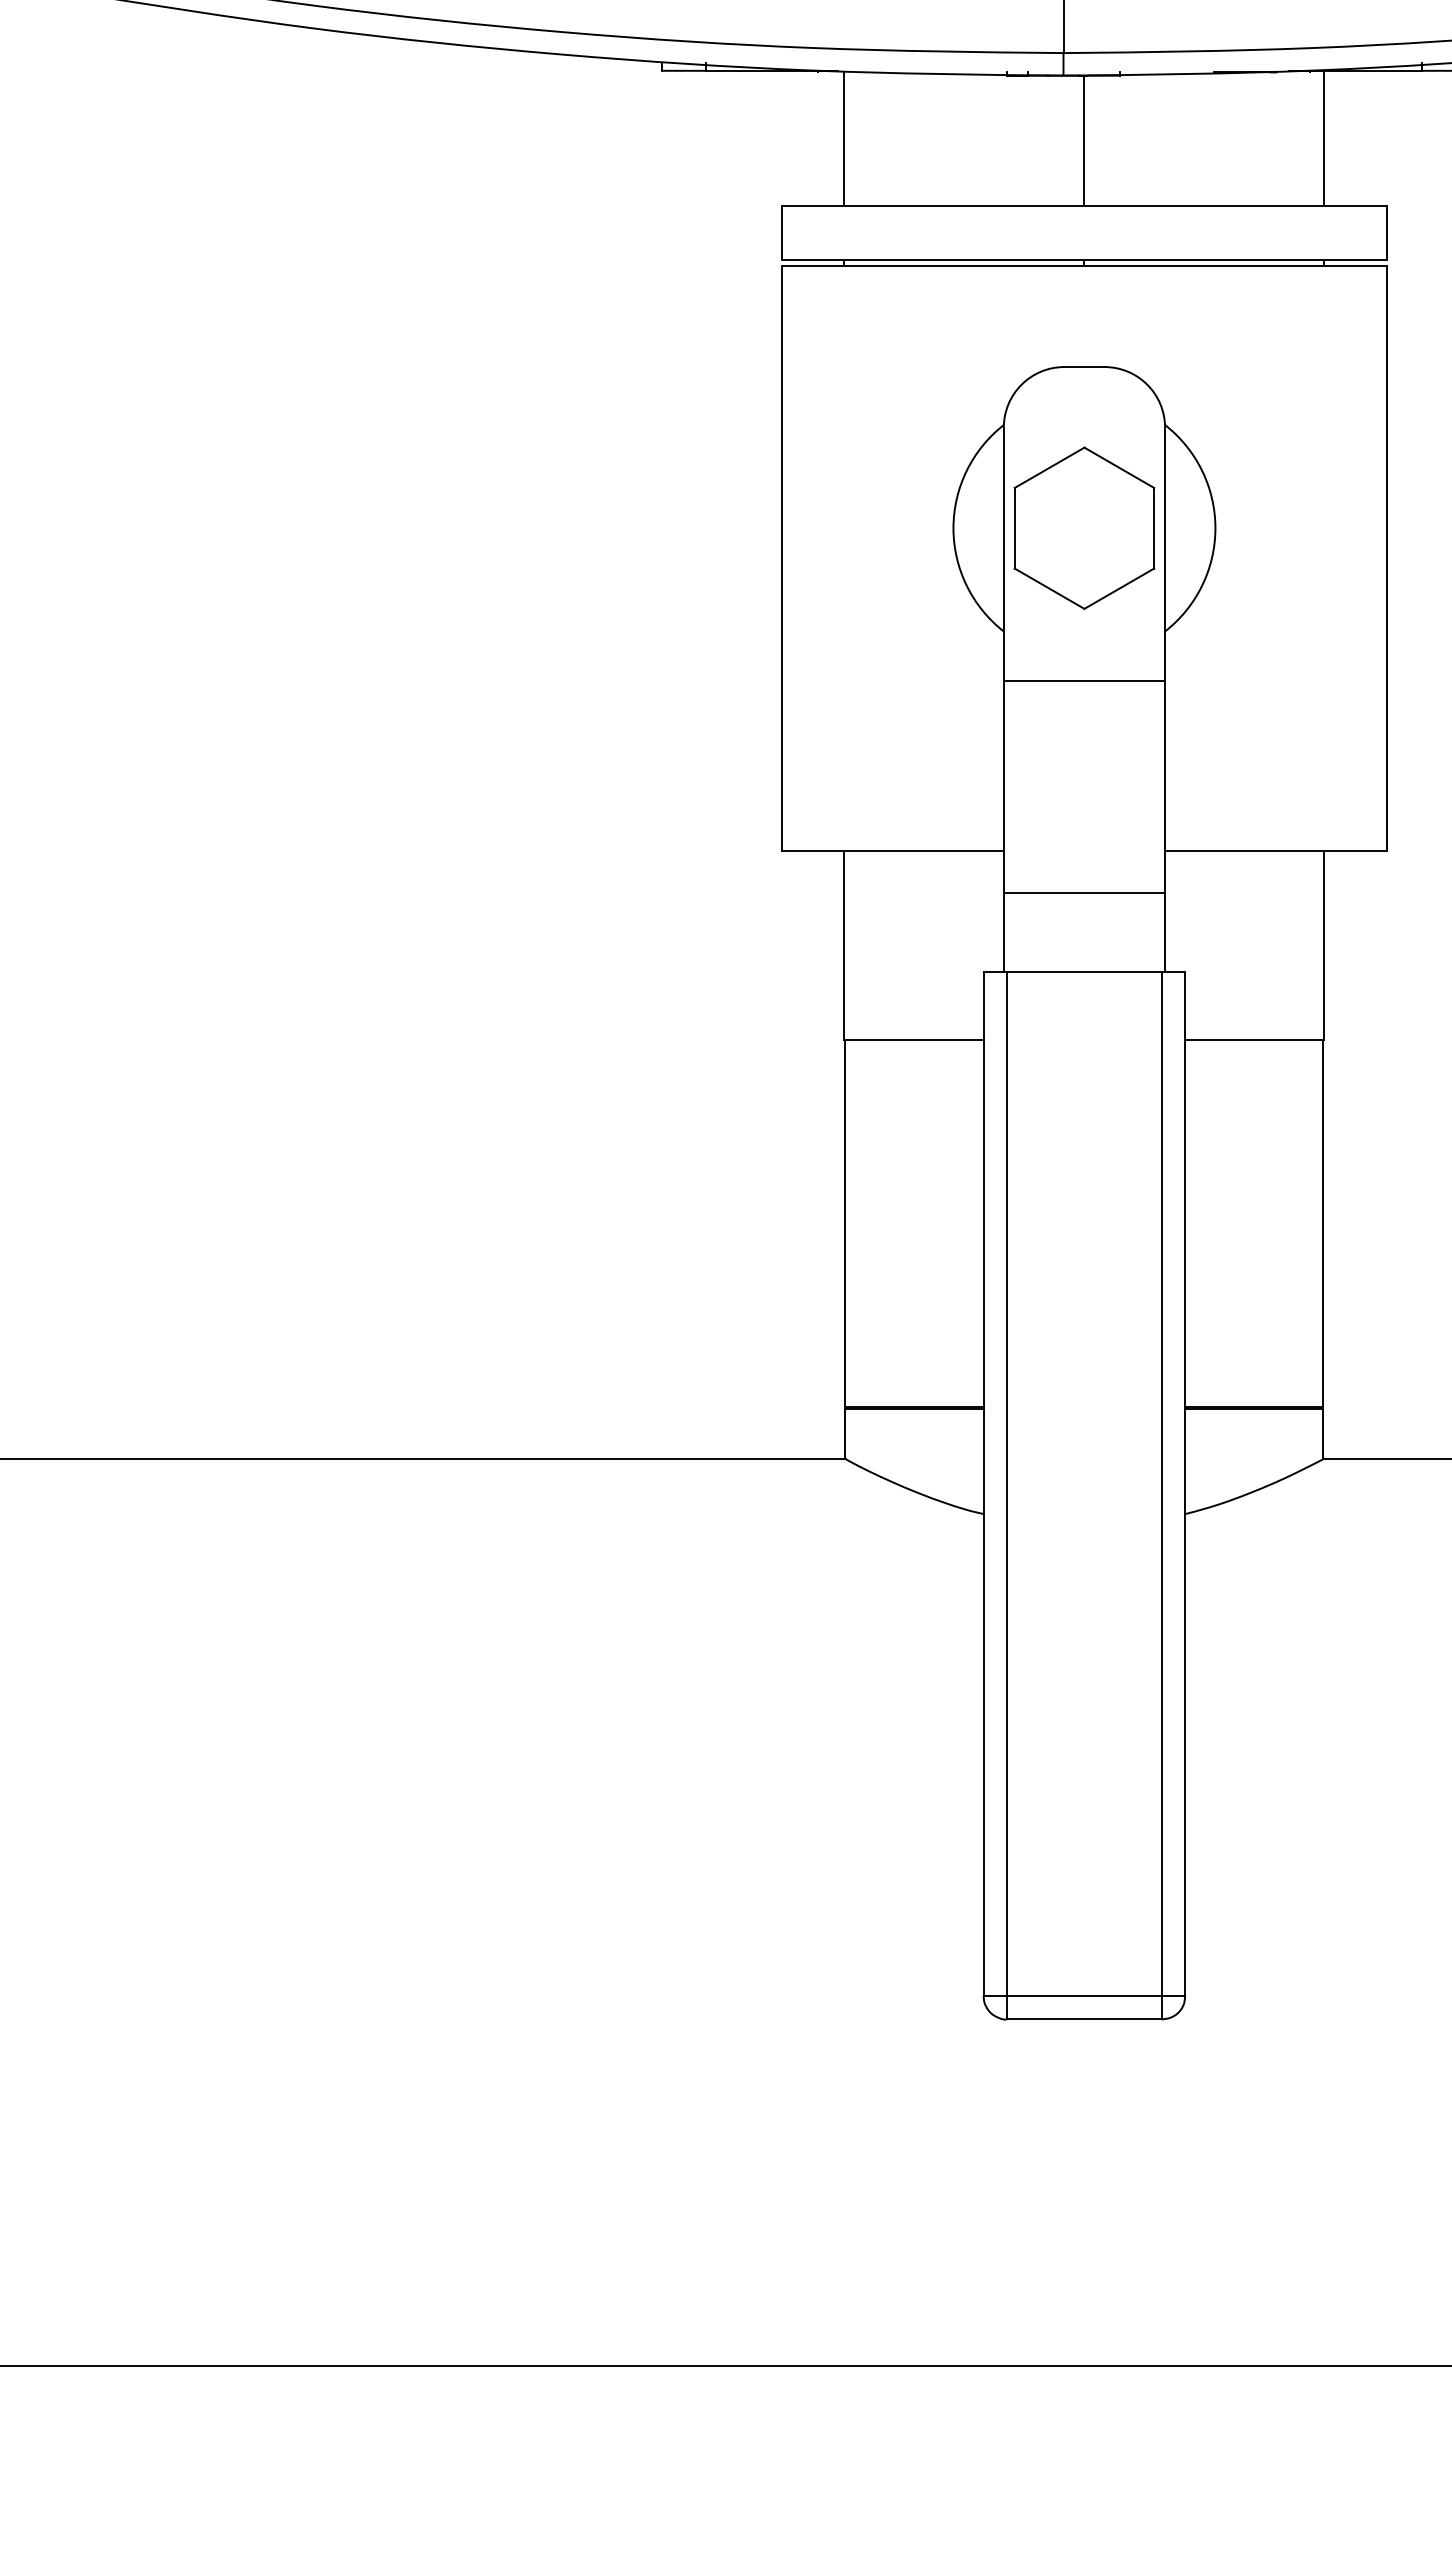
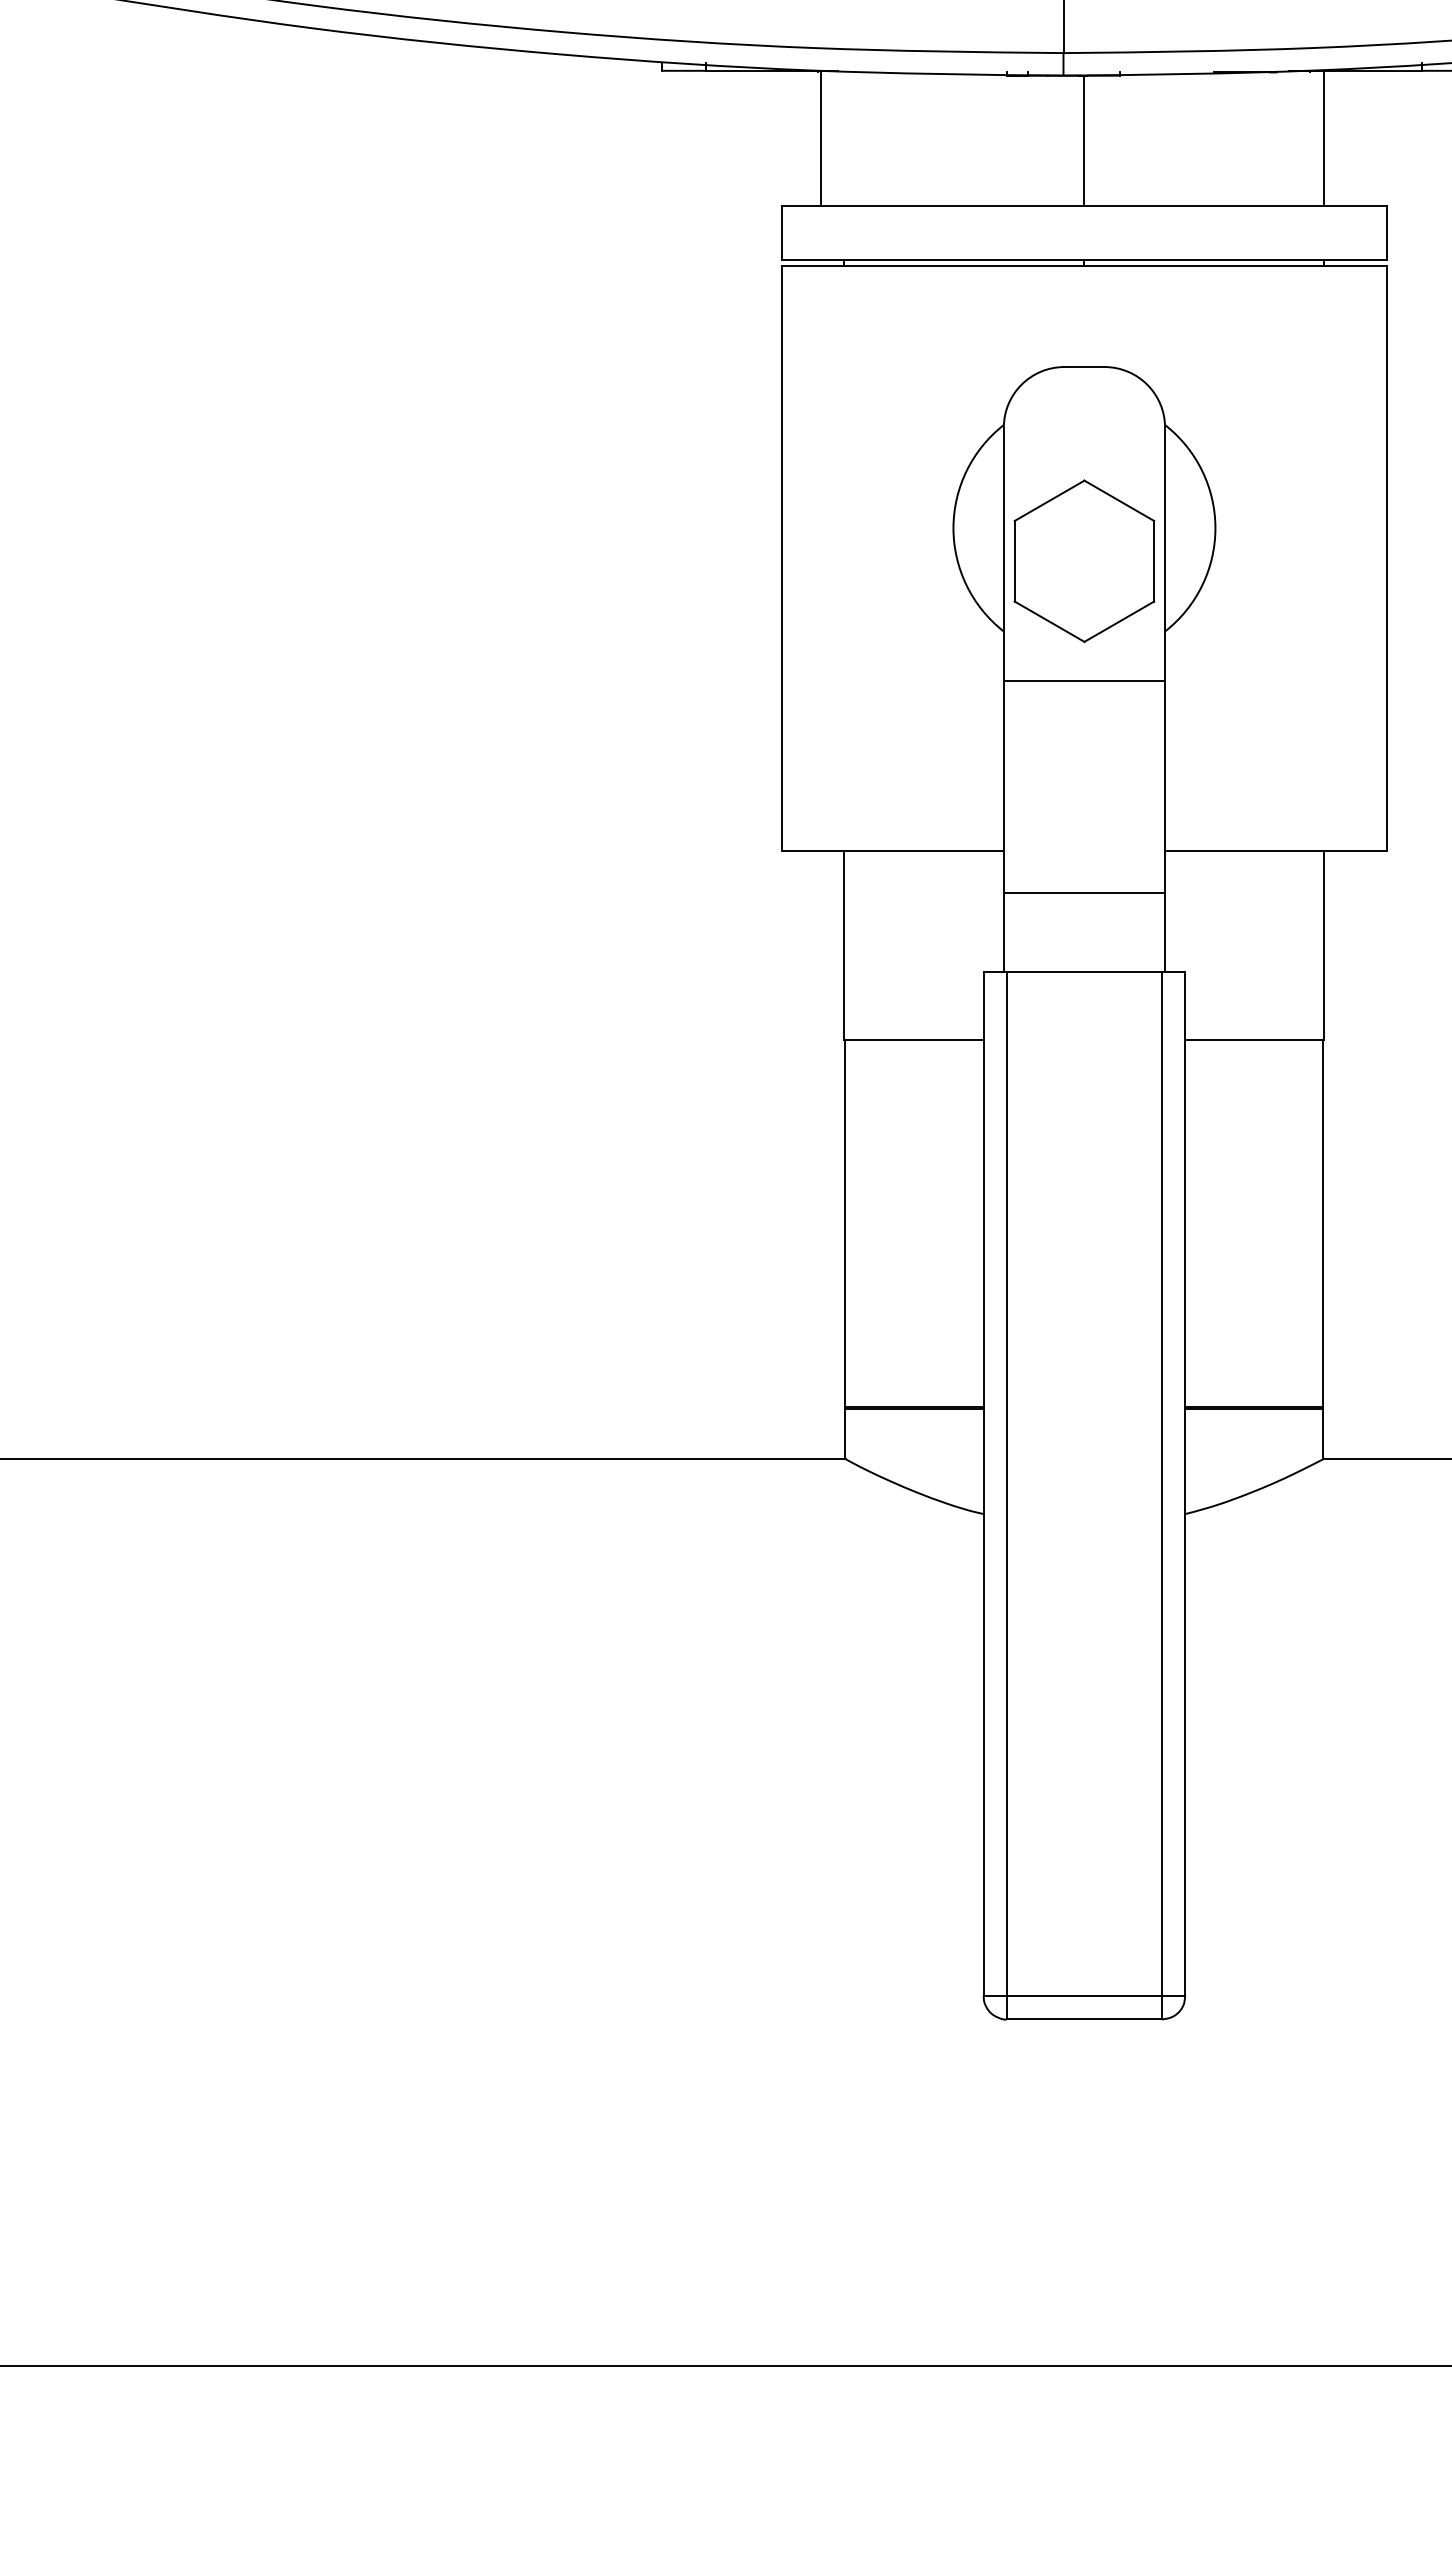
line at (844, 138) position: (844, 138) -> (821, 138)
part at (1084, 527) position: (1084, 527) -> (1084, 560)
